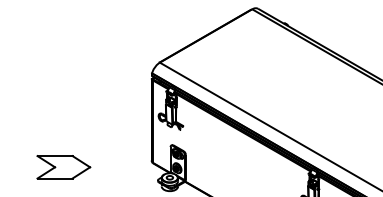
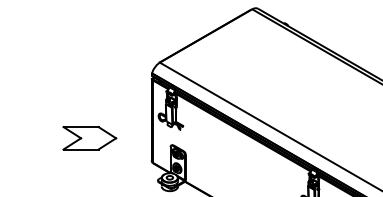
part at (63, 167) position: (63, 167) -> (89, 138)
